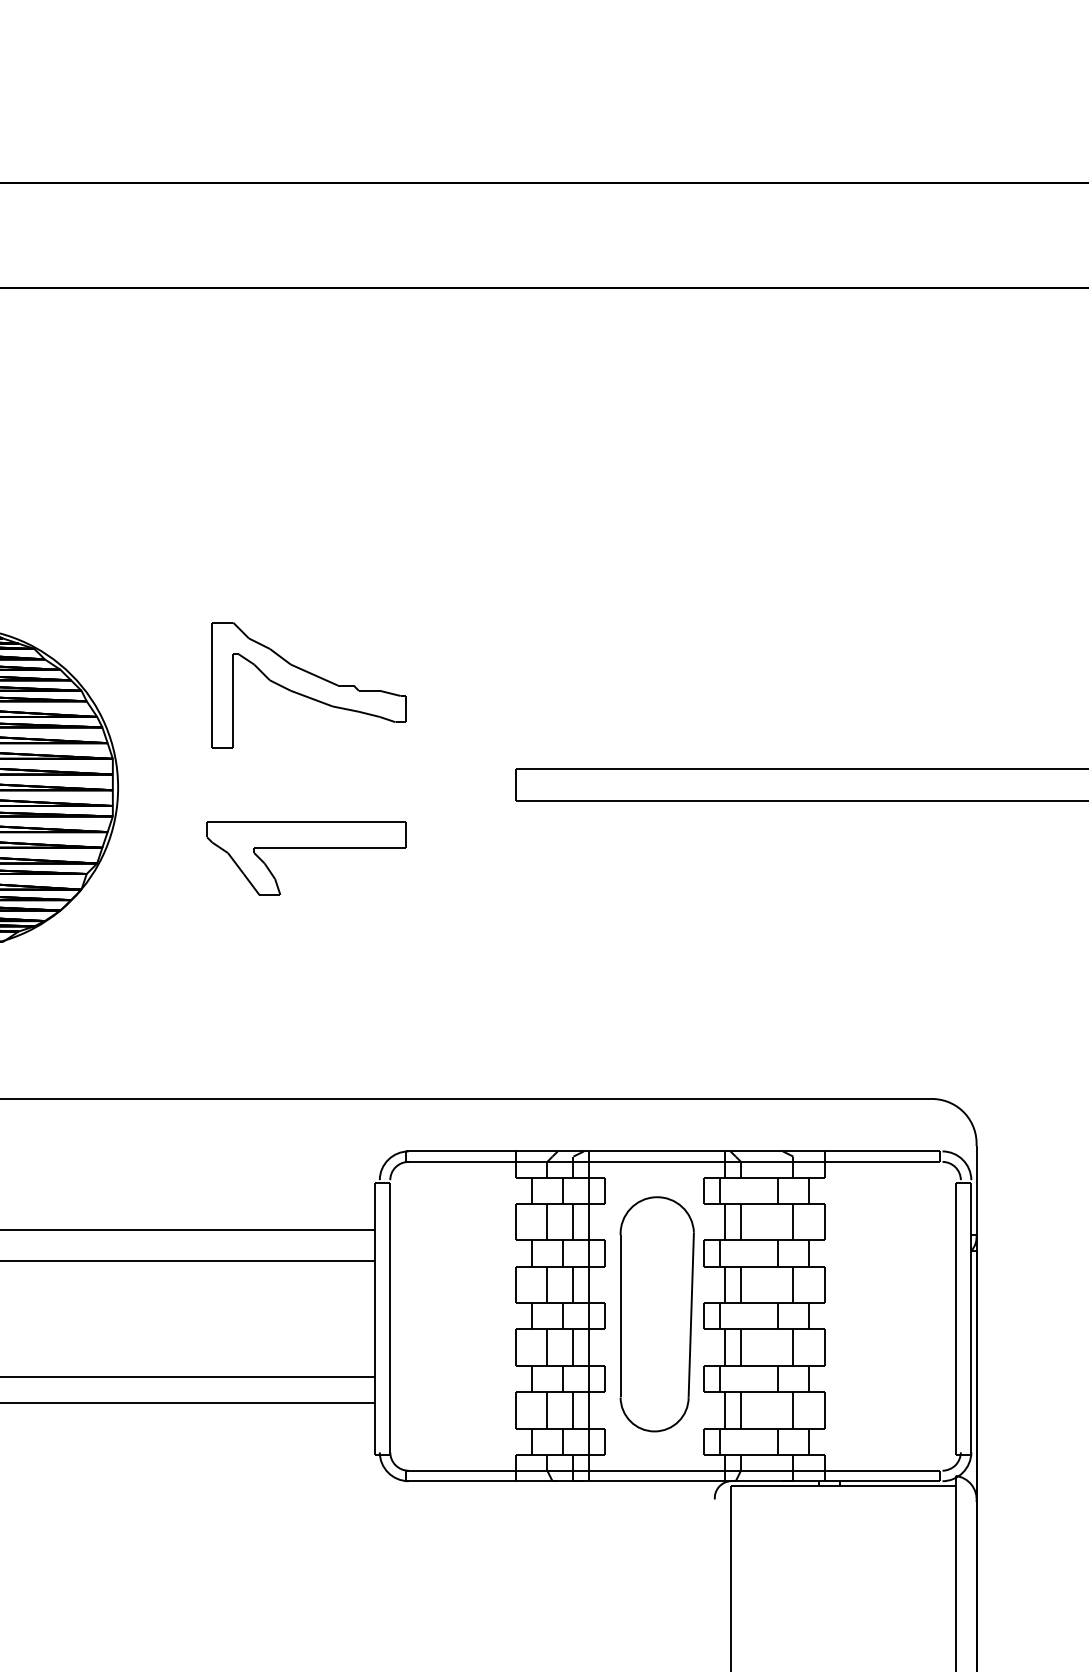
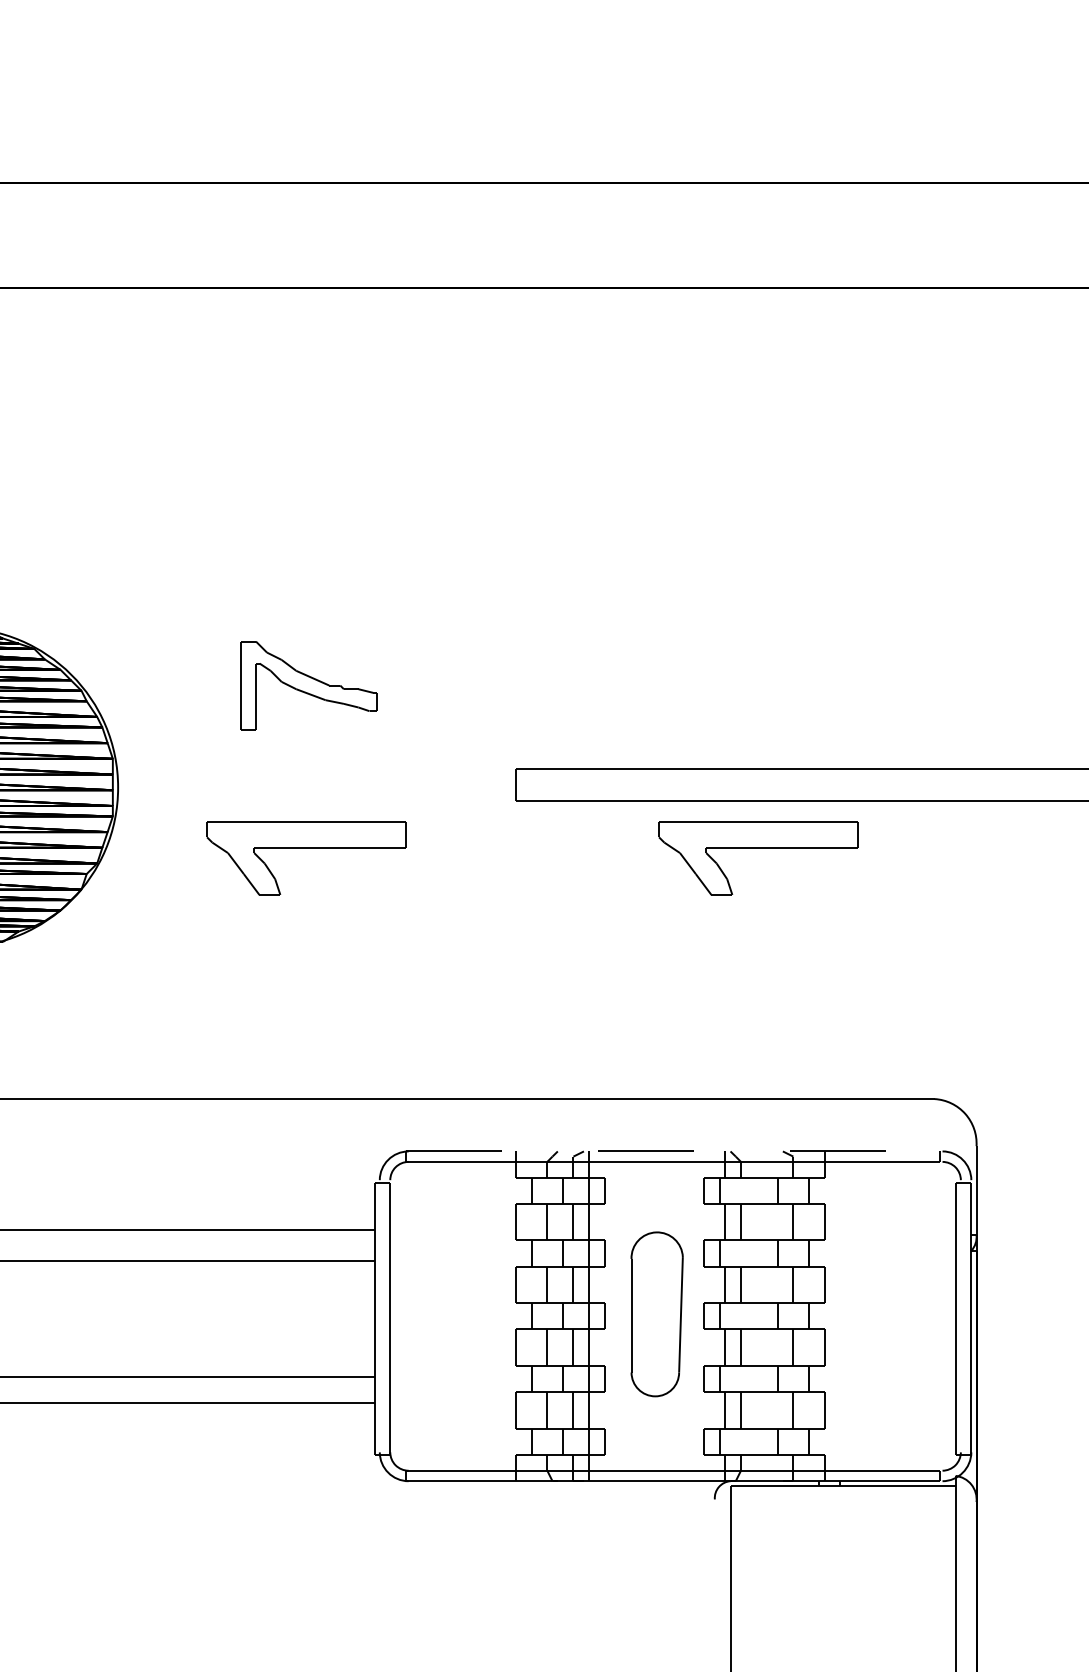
part at (308, 685) size: 196x127 px -> 138x90 px
part at (758, 848): none -> present
line at (672, 1151): solid -> dashed
part at (656, 1314) size: 76x237 px -> 54x167 px
